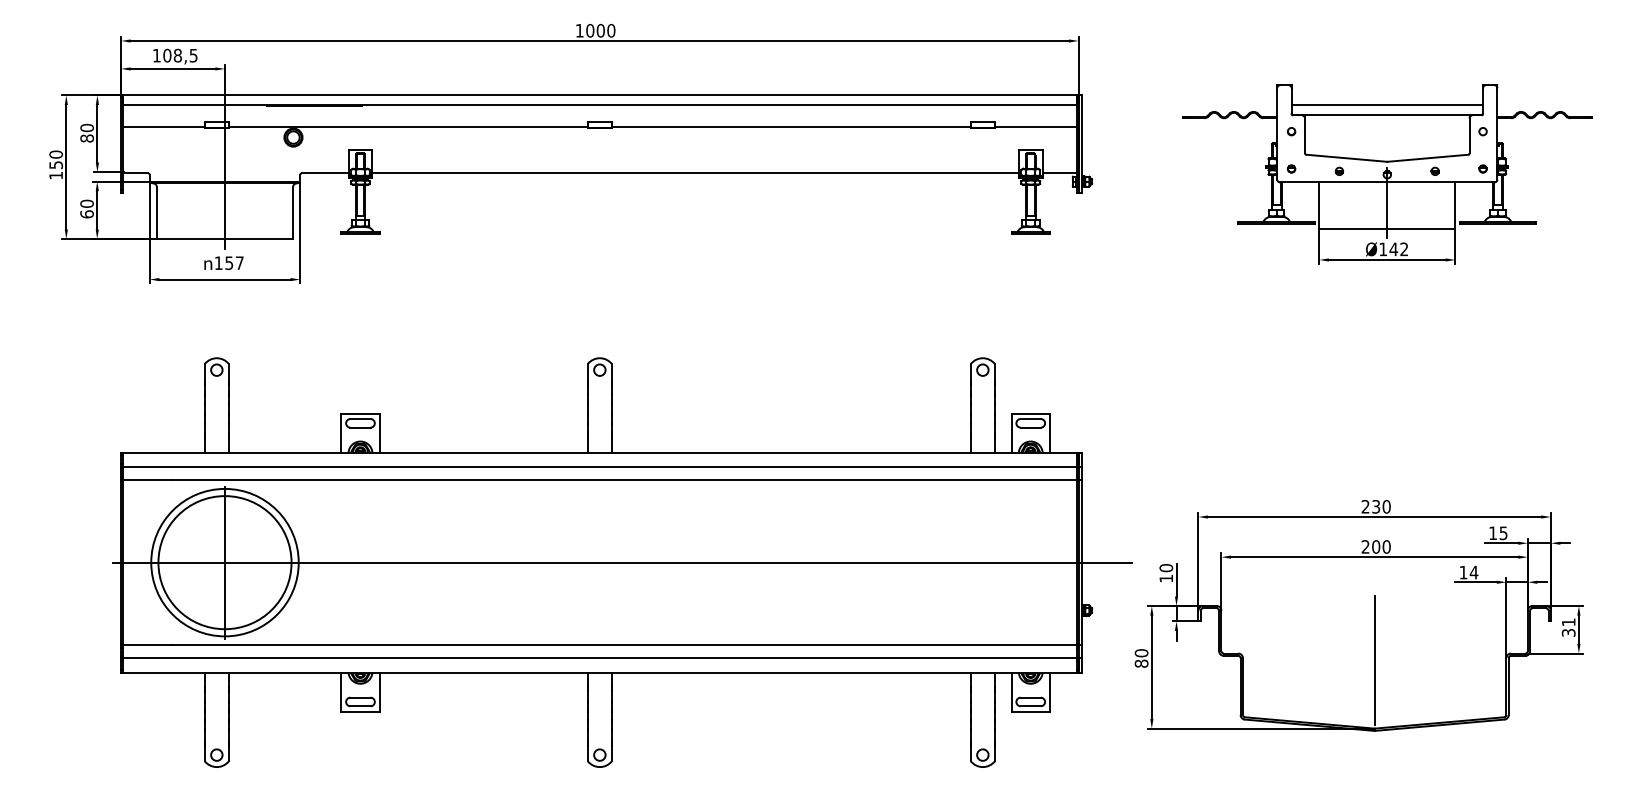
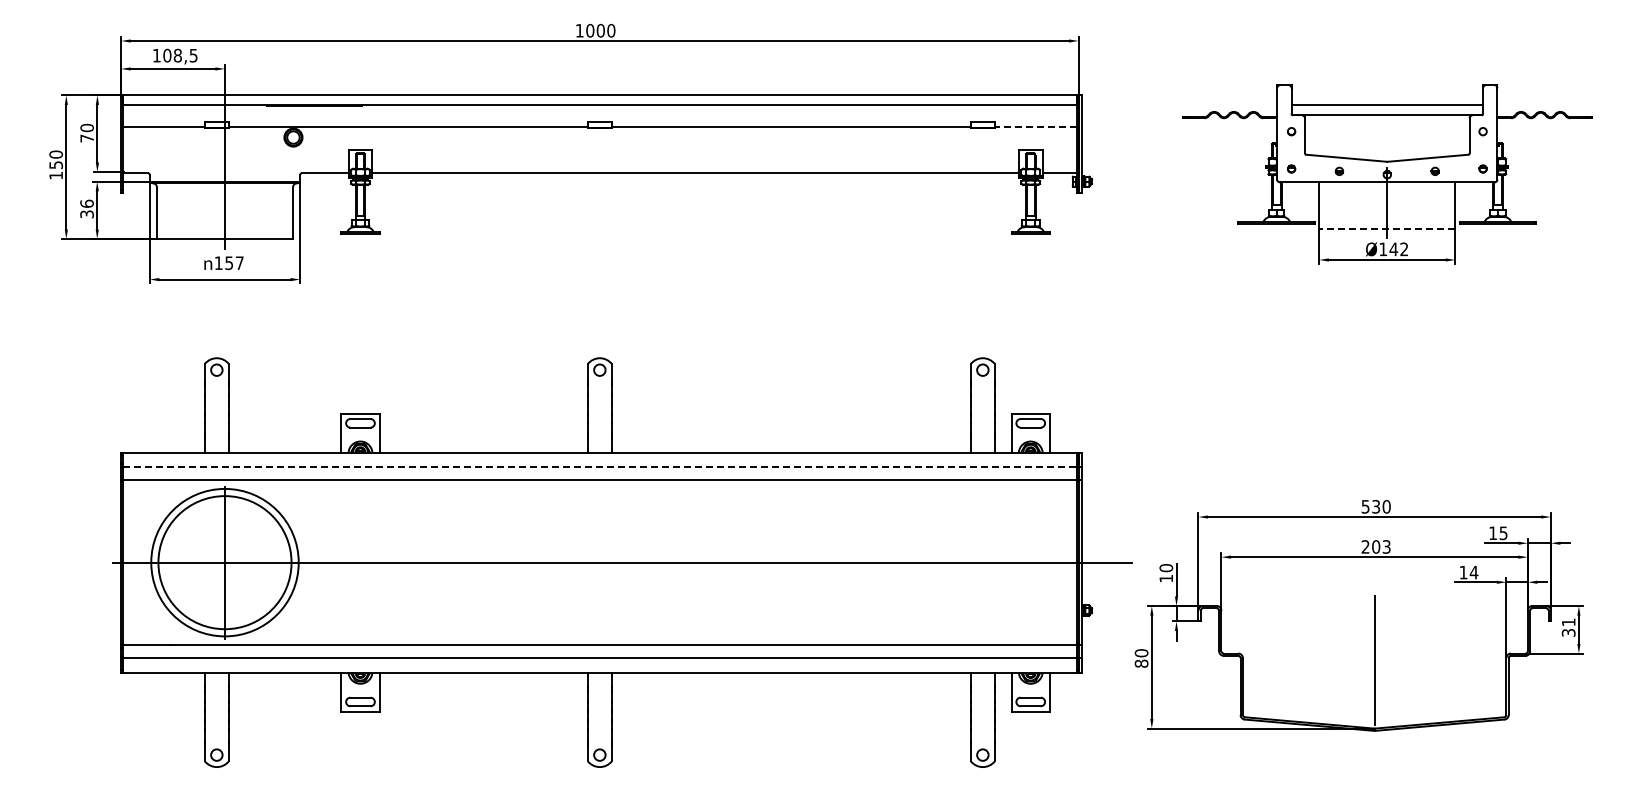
line at (1035, 126): solid -> dashed
text at (87, 138): 80 -> 70
text at (86, 208): 60 -> 36
line at (1387, 228): solid -> dashed
line at (599, 466): solid -> dashed
text at (1365, 506): 230 -> 530
text at (1386, 546): 200 -> 203
